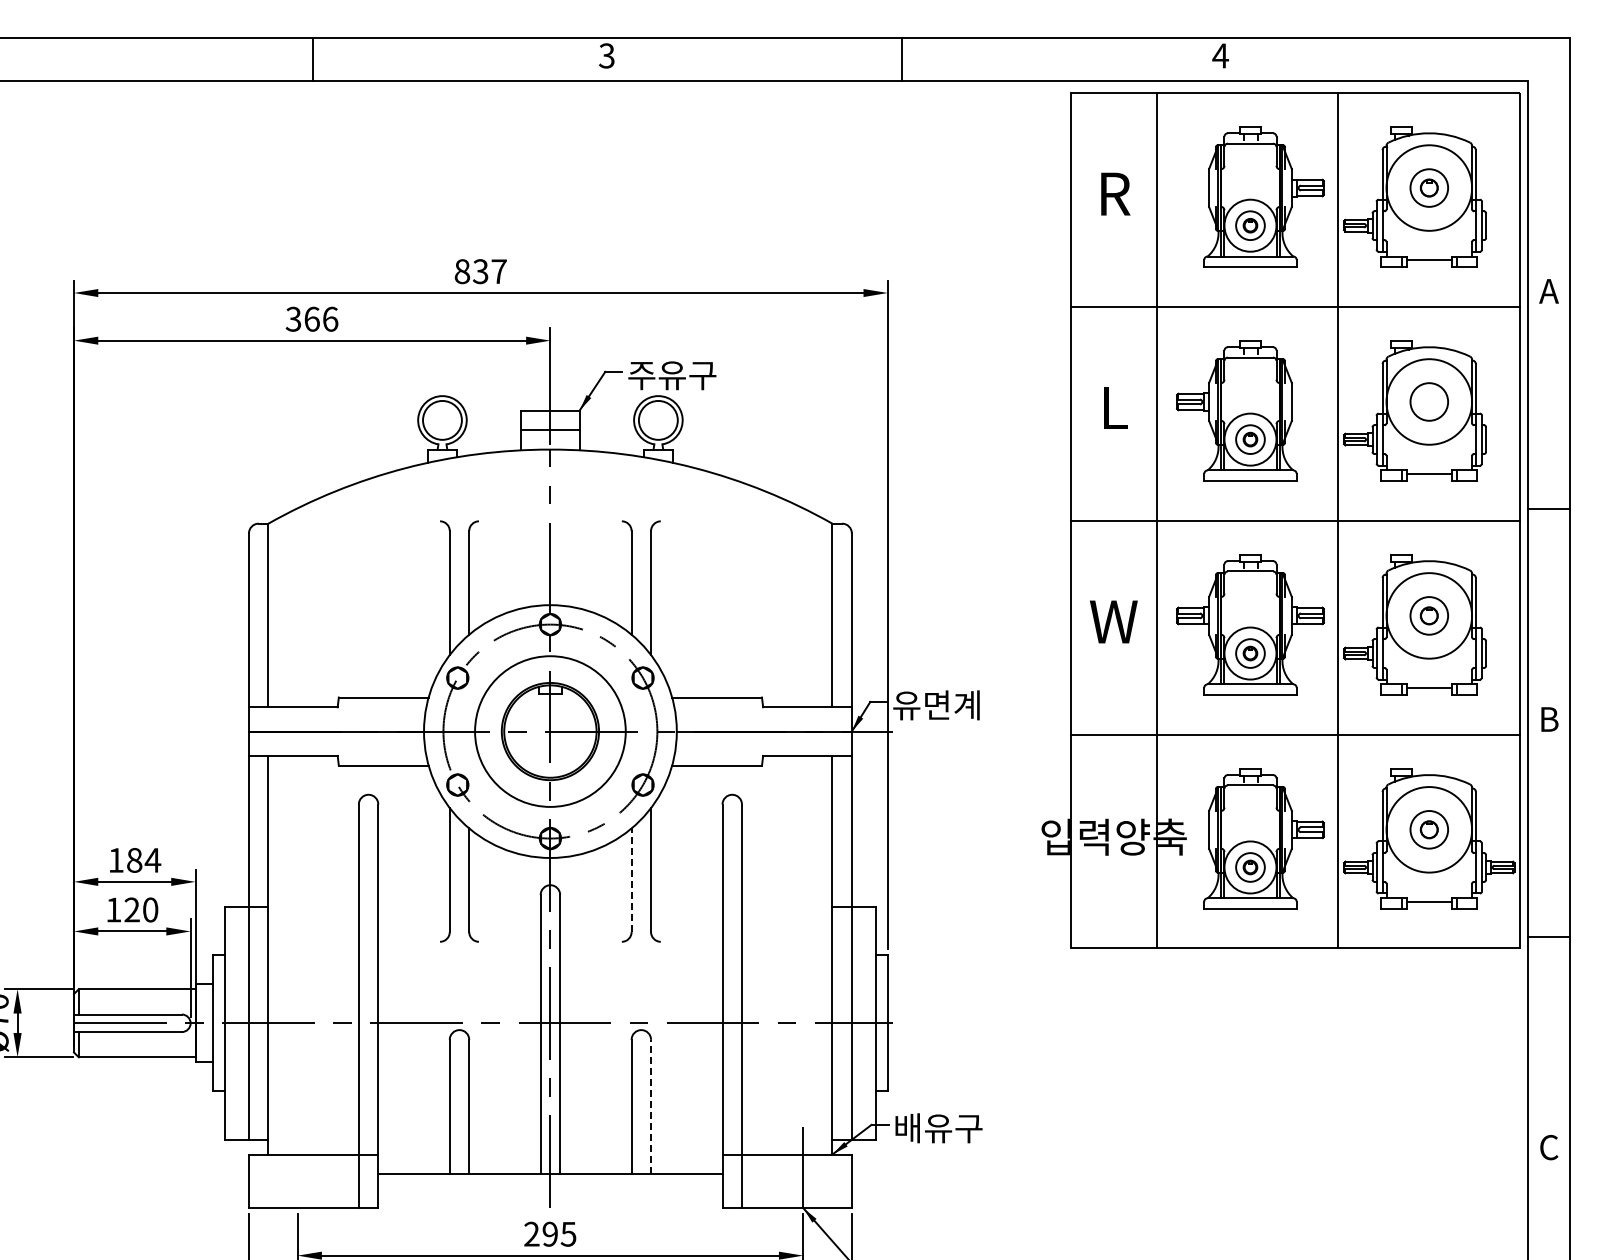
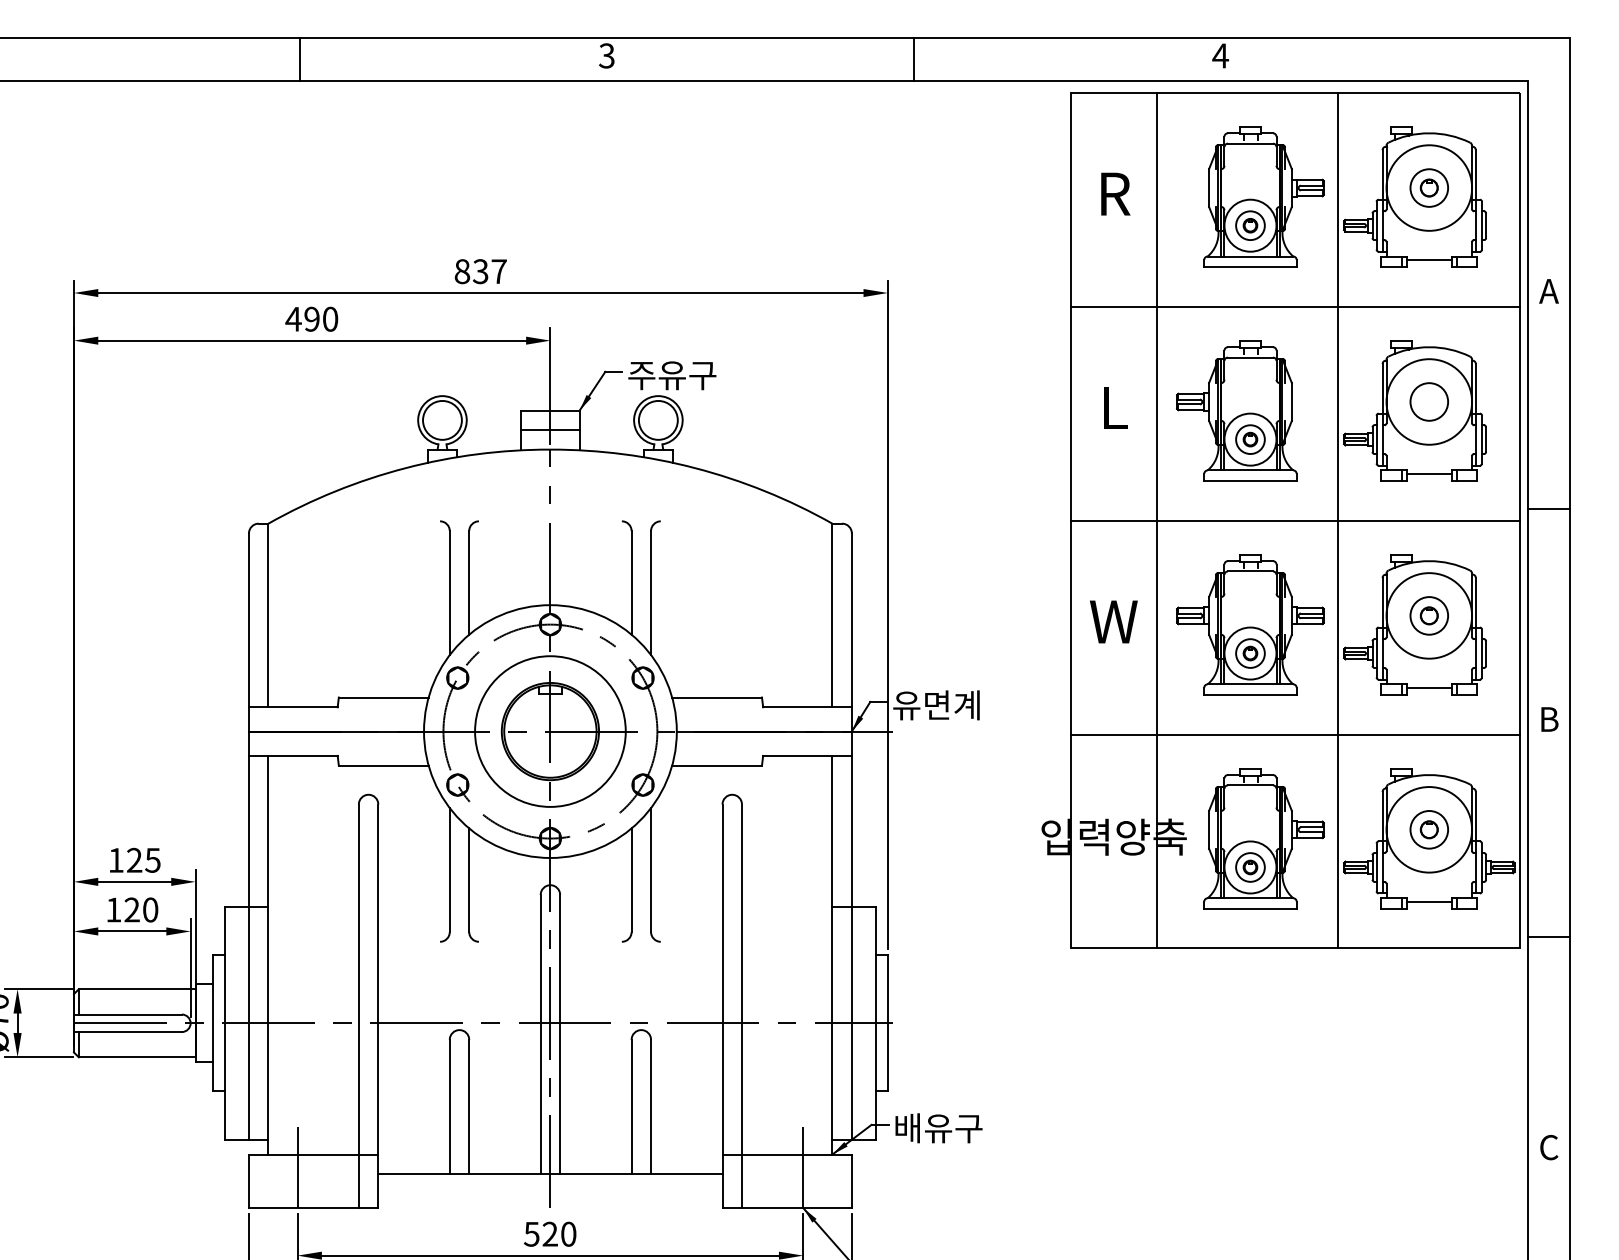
line at (313, 58) position: (313, 58) -> (300, 58)
line at (901, 58) position: (901, 58) -> (913, 58)
text at (311, 318): 366 -> 490
text at (144, 859): 184 -> 125
line at (631, 880): dashed -> solid
line at (651, 1106): dashed -> solid
line at (297, 1167): none -> present
text at (550, 1233): 295 -> 520
